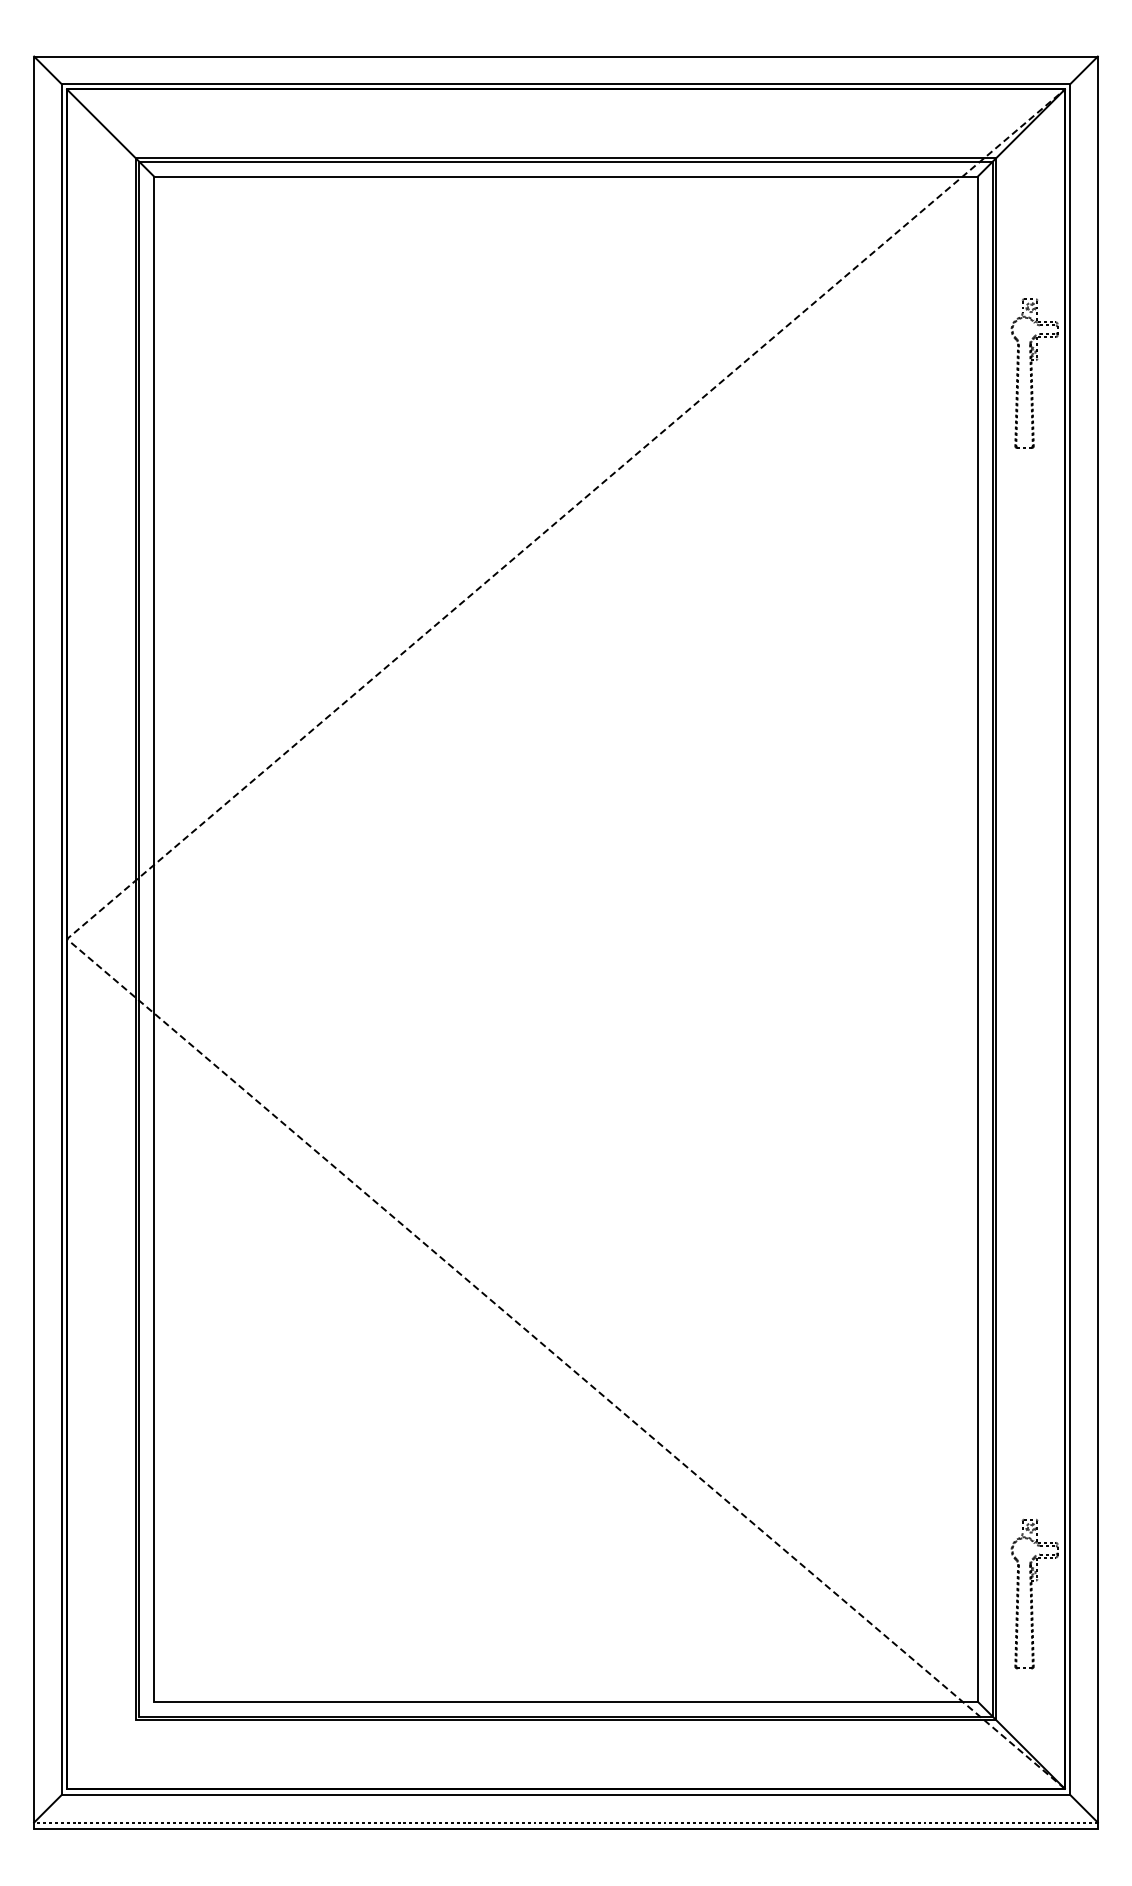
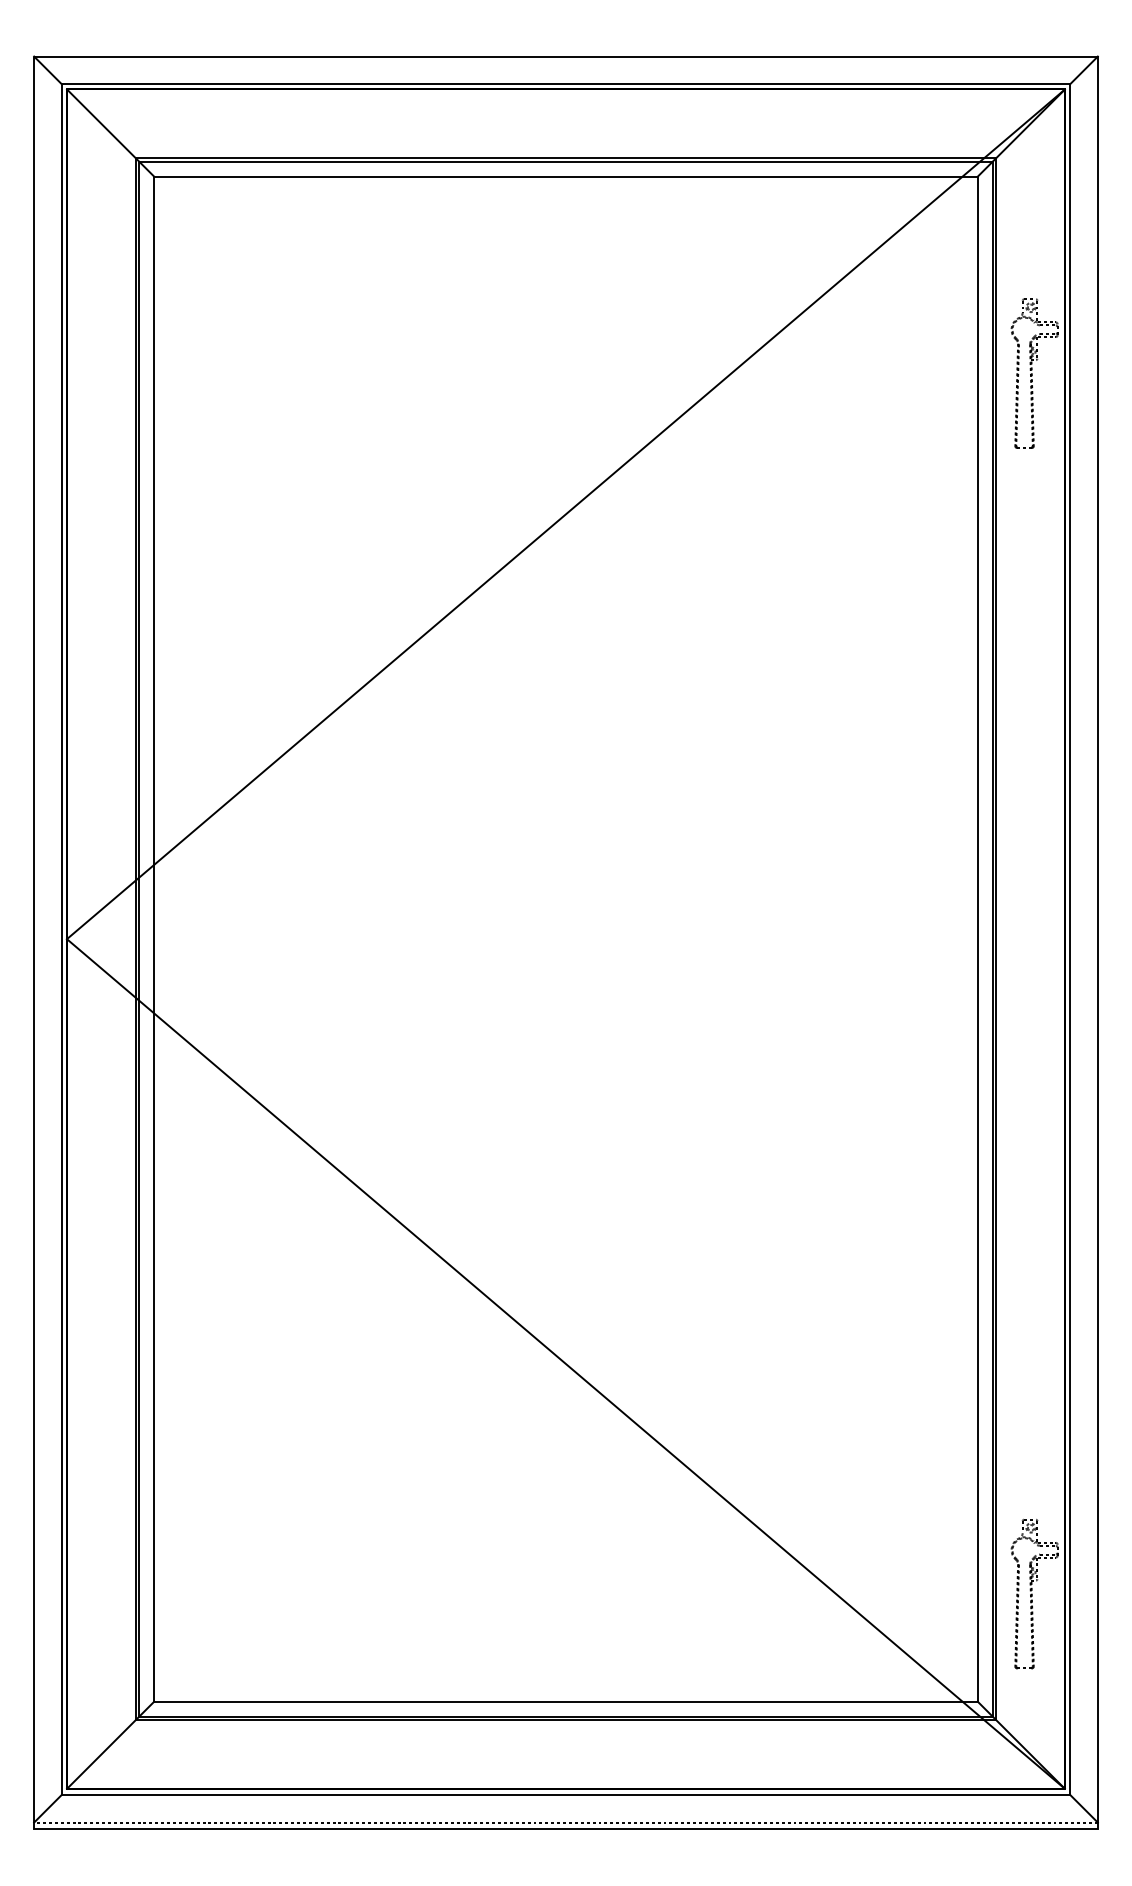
line at (66, 939): dashed -> solid
line at (110, 1744): none -> present
